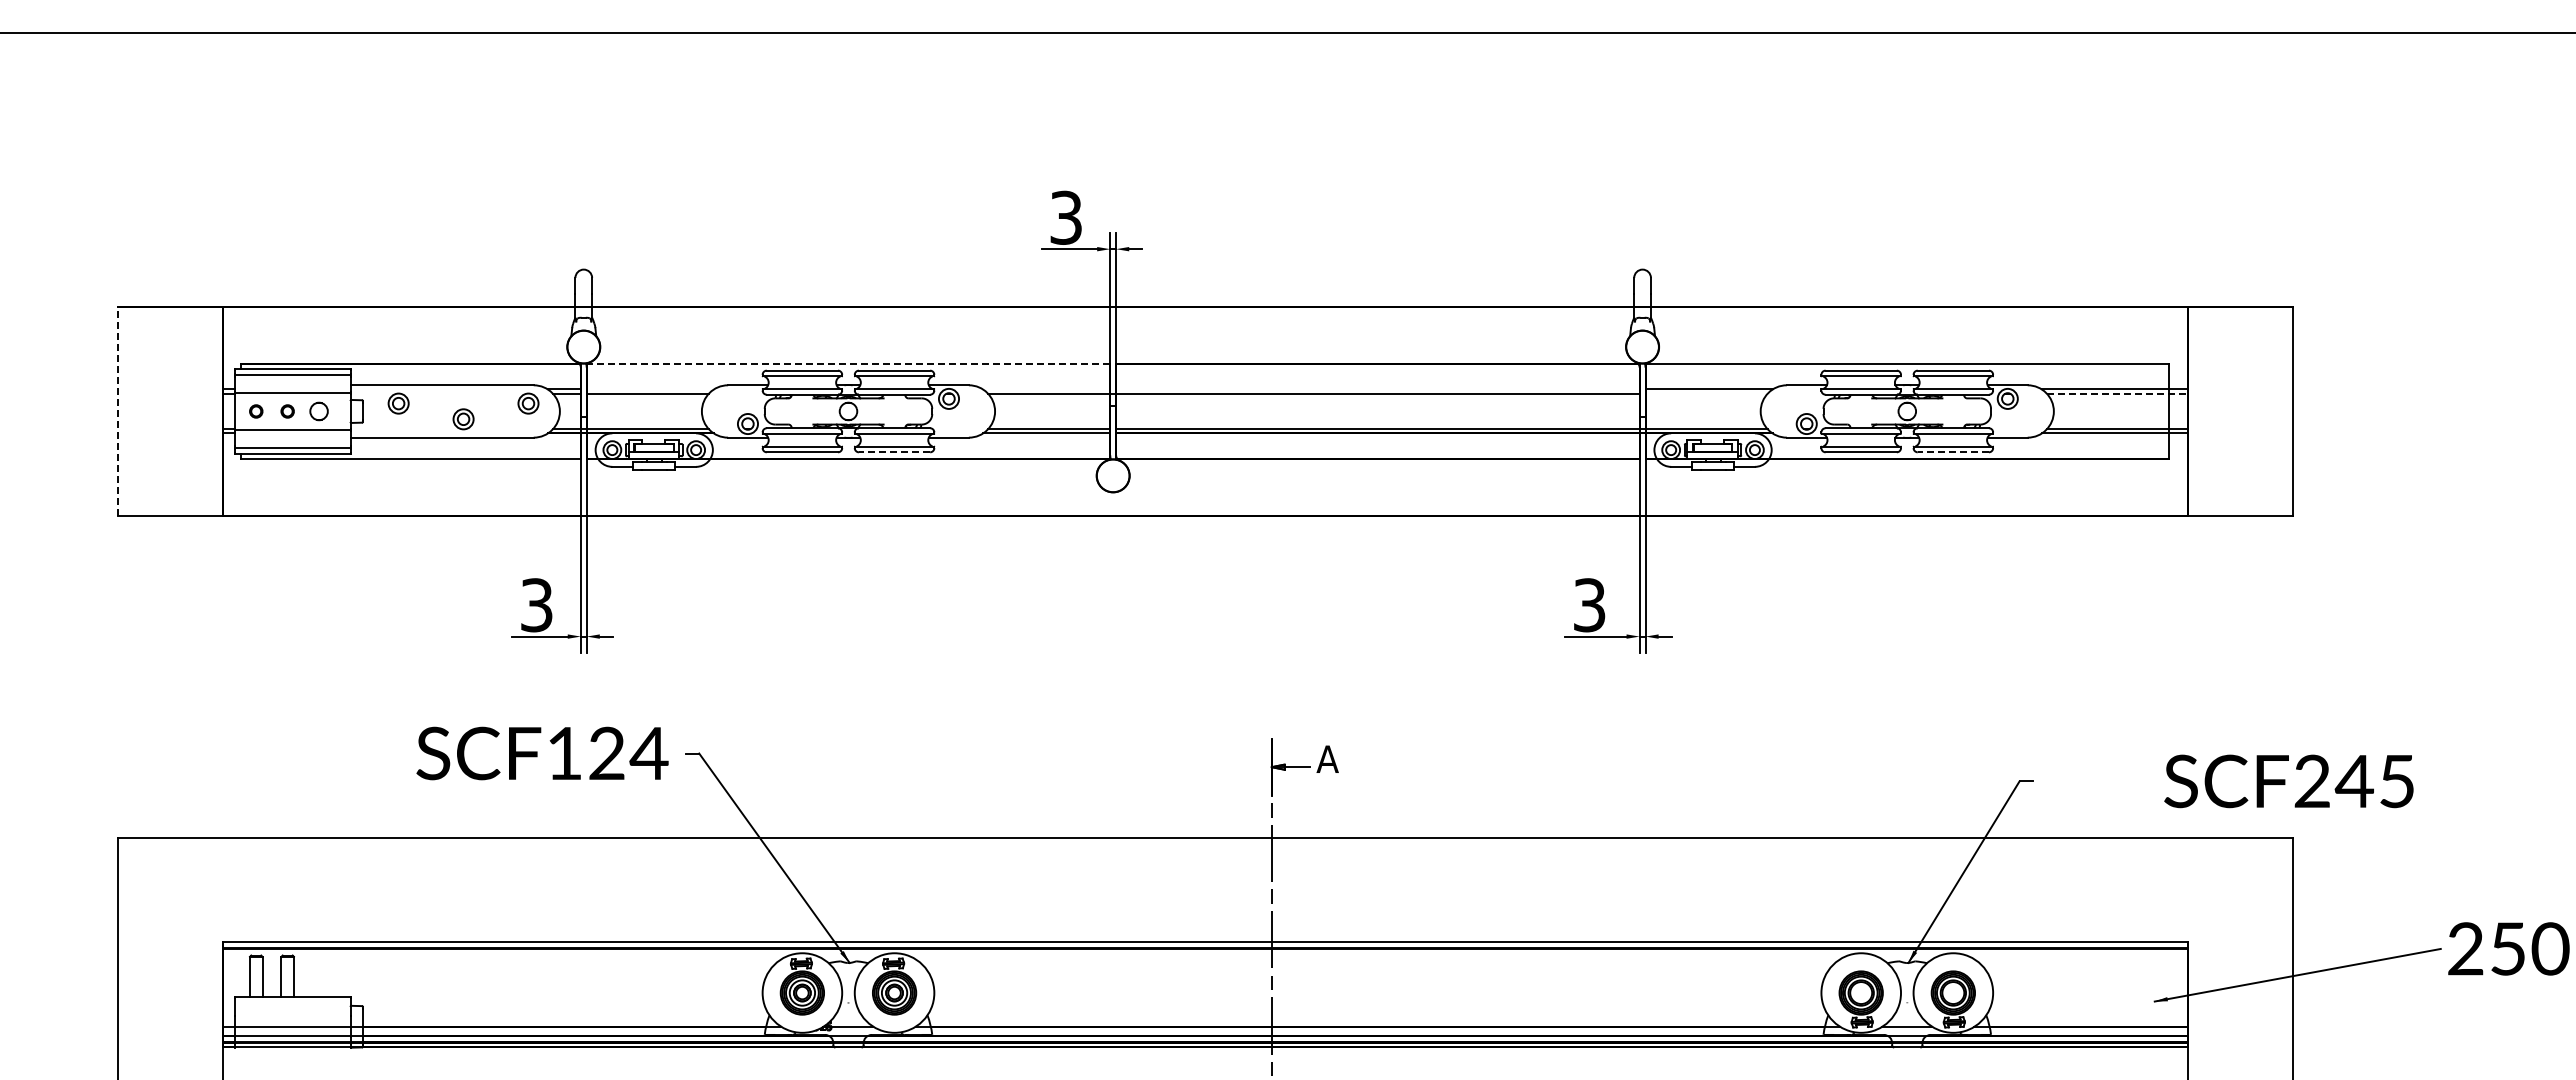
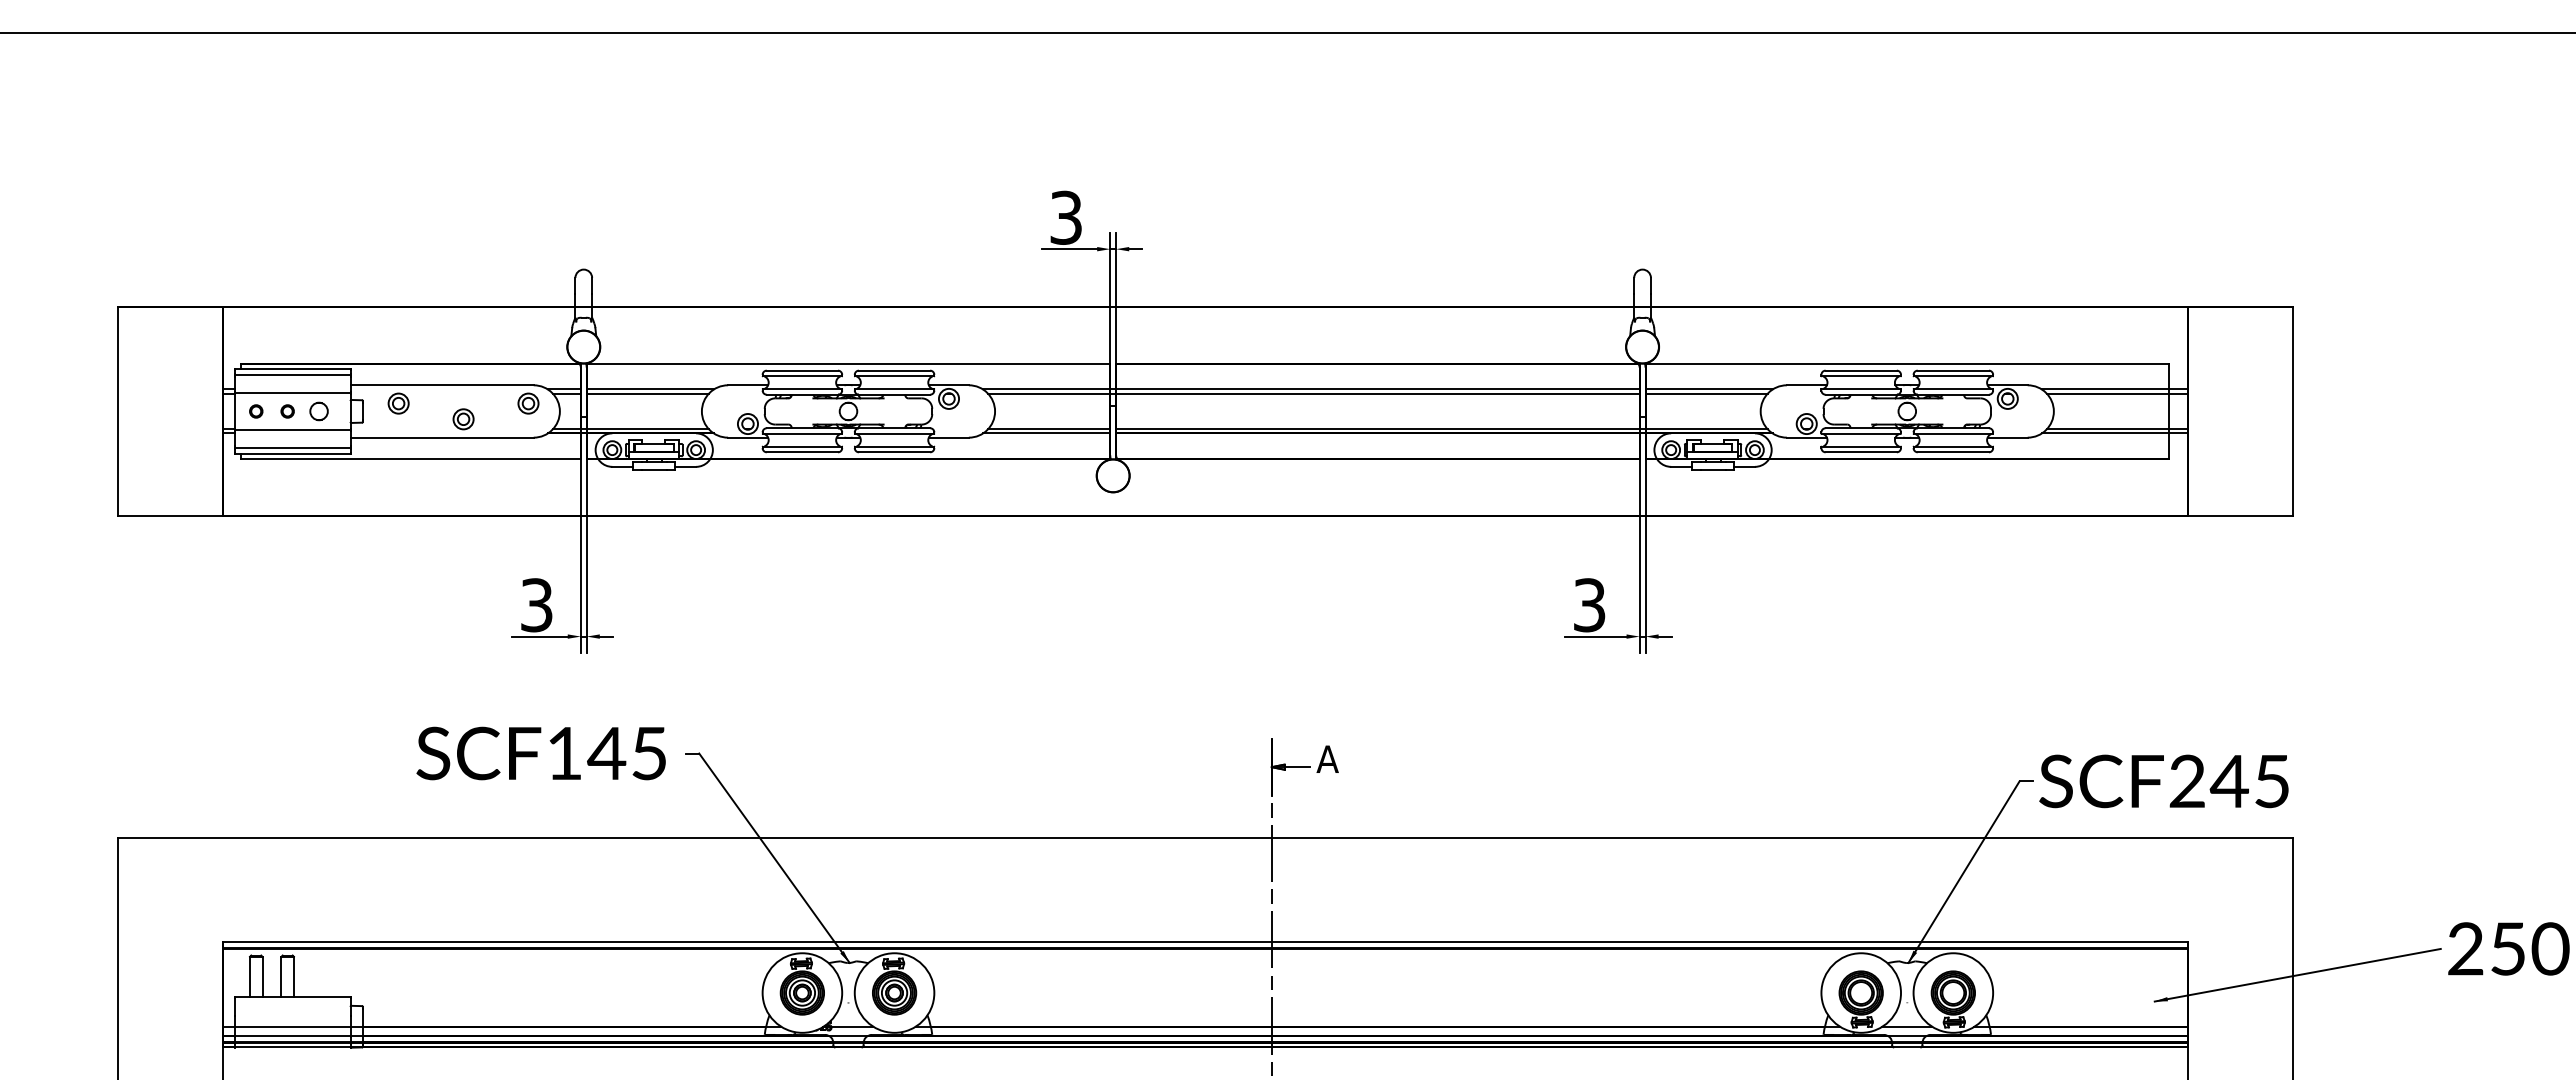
line at (848, 364): dashed -> solid
line at (649, 389): none -> present
line at (1311, 389): none -> present
line at (1706, 393): none -> present
line at (2117, 393): dashed -> solid
line at (118, 411): dashed -> solid
line at (894, 452): dashed -> solid
line at (1953, 452): dashed -> solid
text at (627, 753): SCF124 -> SCF145
text at (2288, 781) position: (2288, 781) -> (2163, 781)
